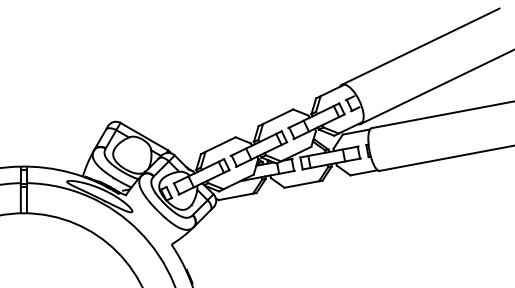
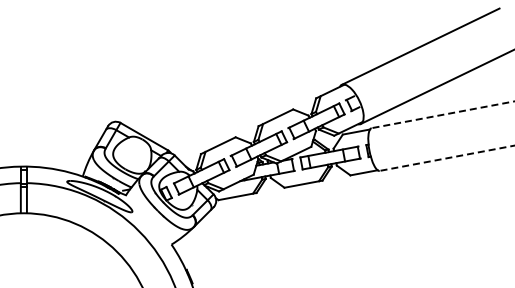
line at (442, 114): solid -> dashed
line at (446, 158): solid -> dashed
